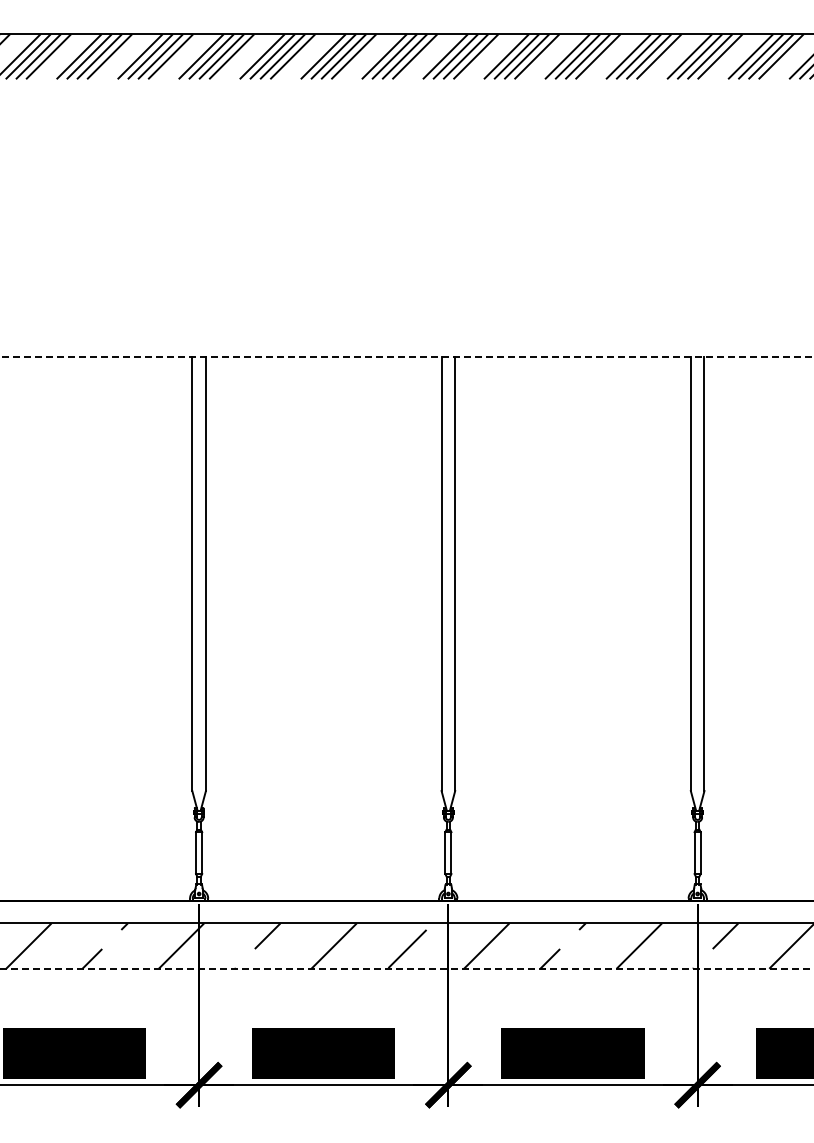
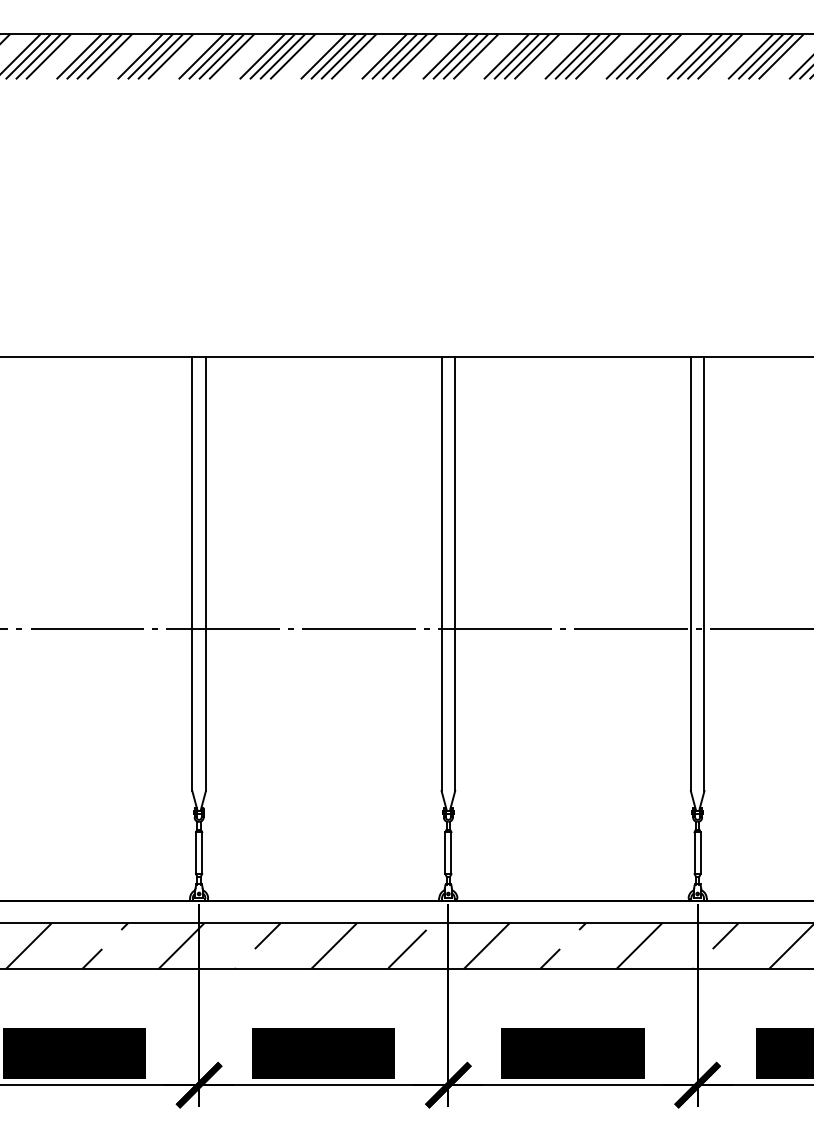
line at (406, 356): dashed -> solid
line at (406, 628): none -> present
line at (406, 968): dashed -> solid
